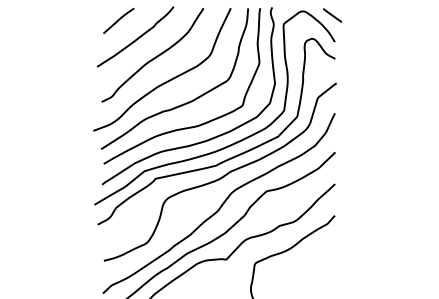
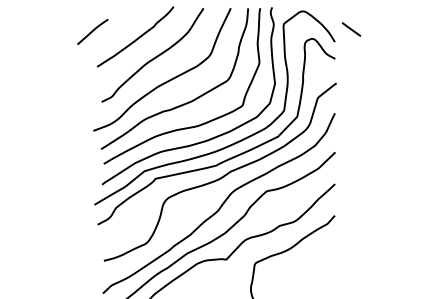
line at (332, 15) position: (332, 15) -> (351, 29)
line at (118, 20) position: (118, 20) -> (92, 31)
